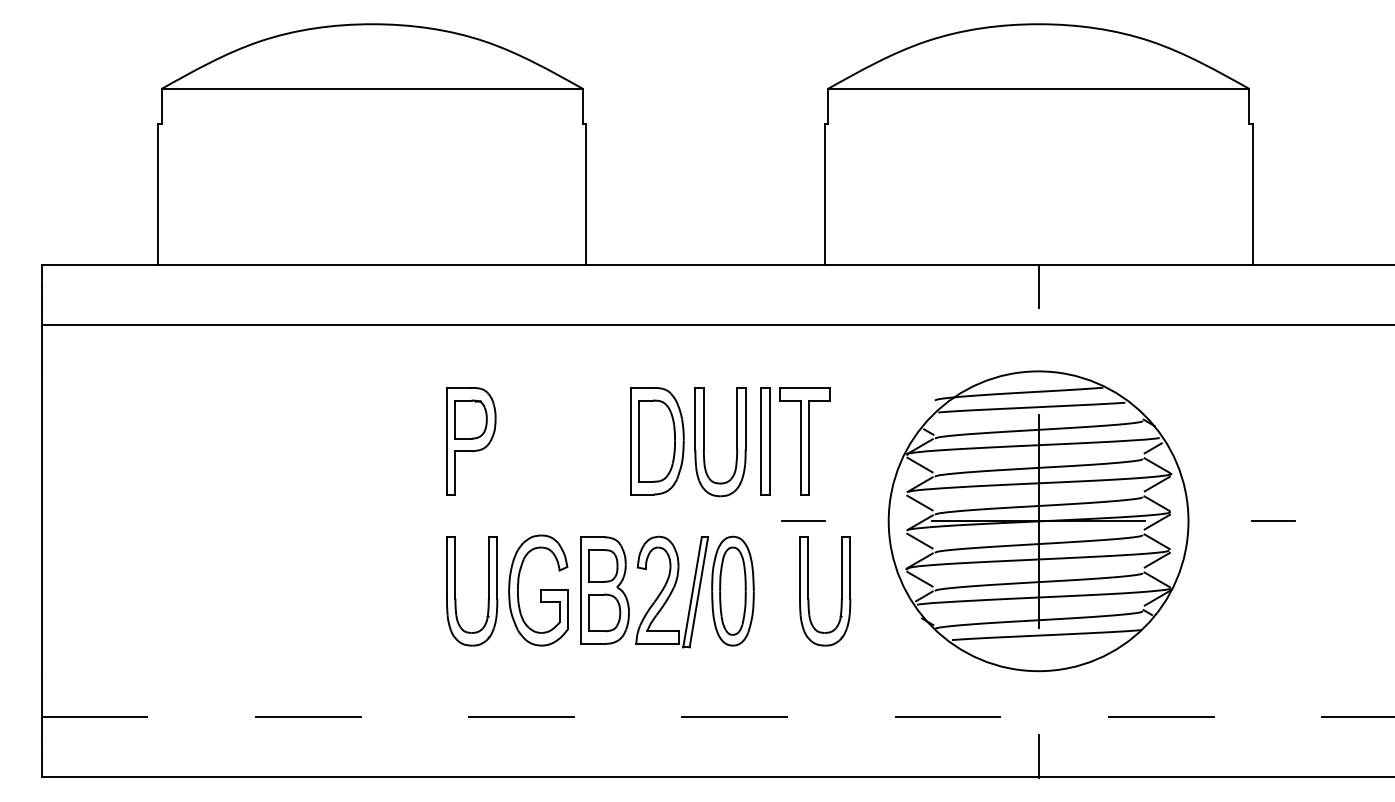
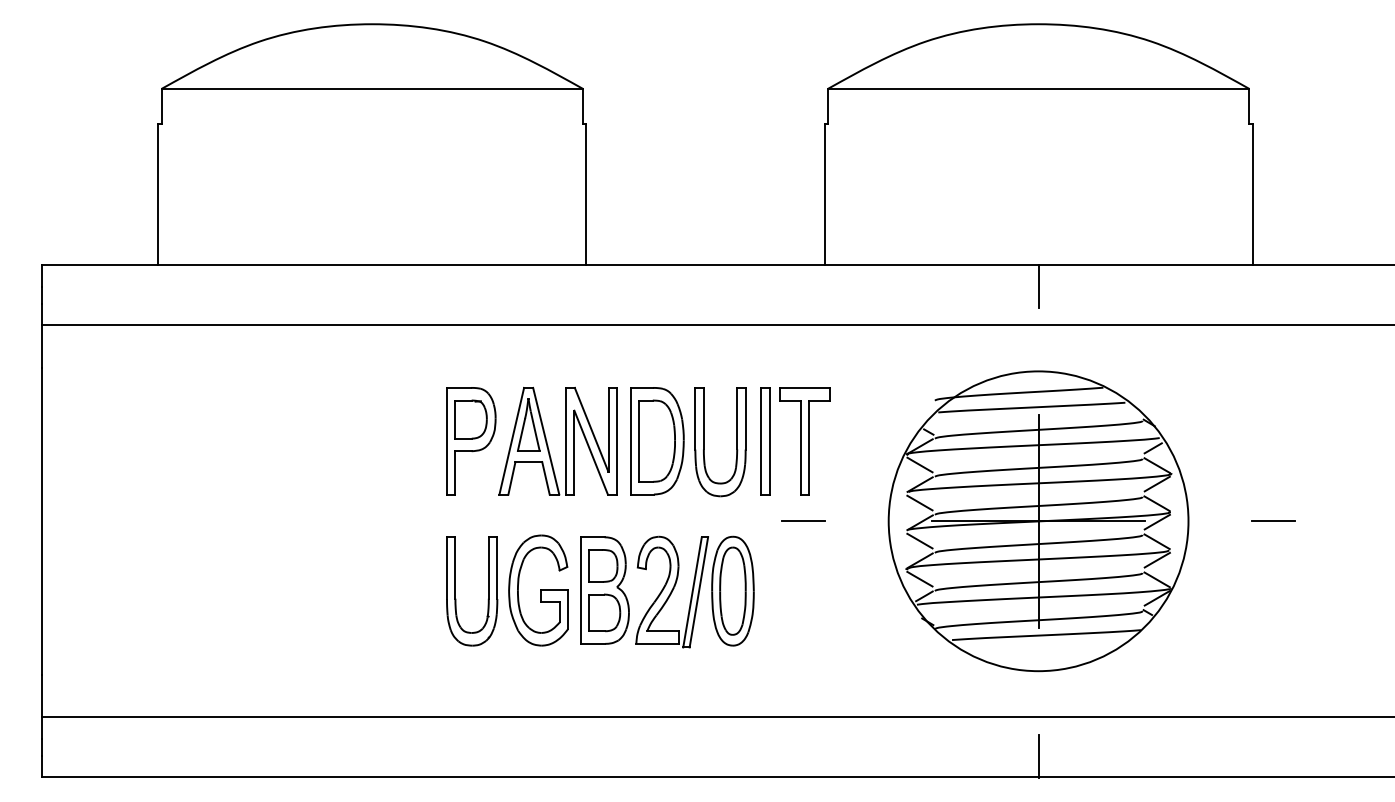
part at (565, 440): none -> present
part at (841, 591): present -> none
line at (718, 717): dashed -> solid
